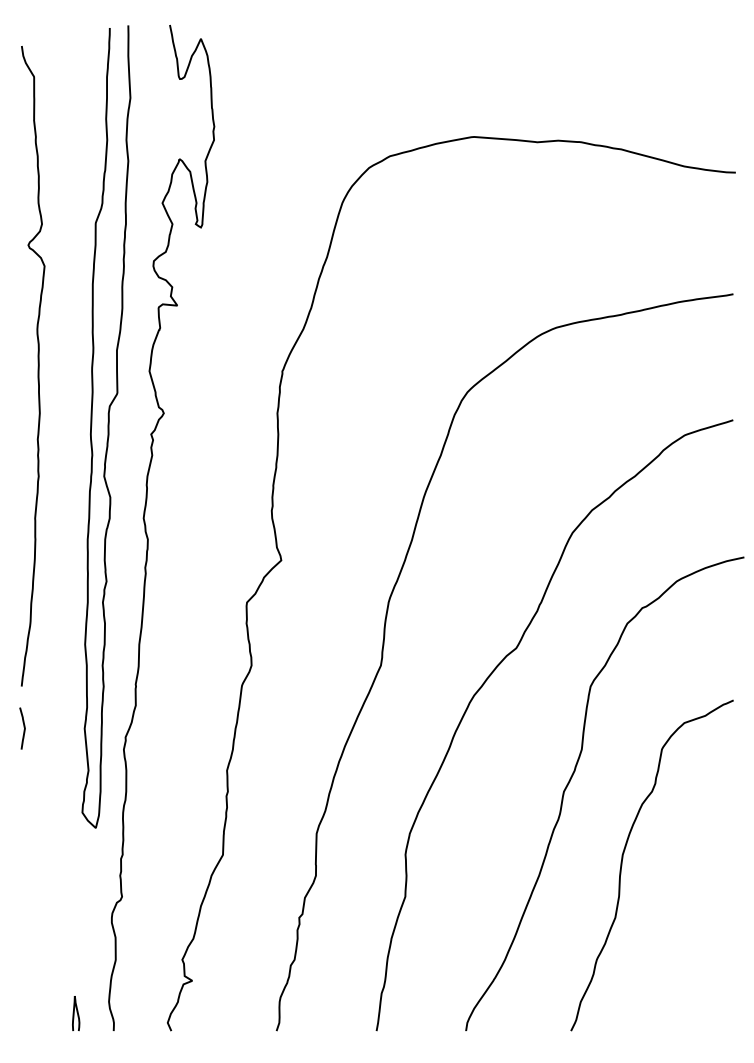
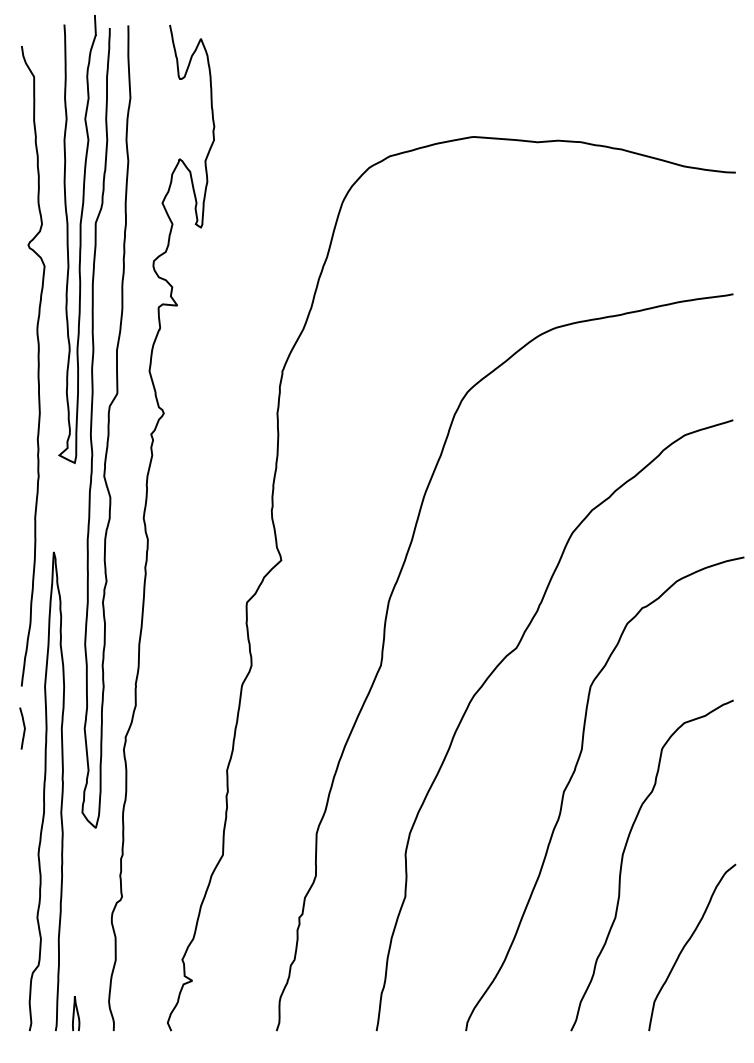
curve at (79, 239): none -> present
curve at (45, 790): none -> present
curve at (686, 945): none -> present
